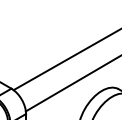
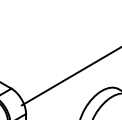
line at (65, 60): present -> none
line at (71, 84) position: (71, 84) -> (69, 76)
